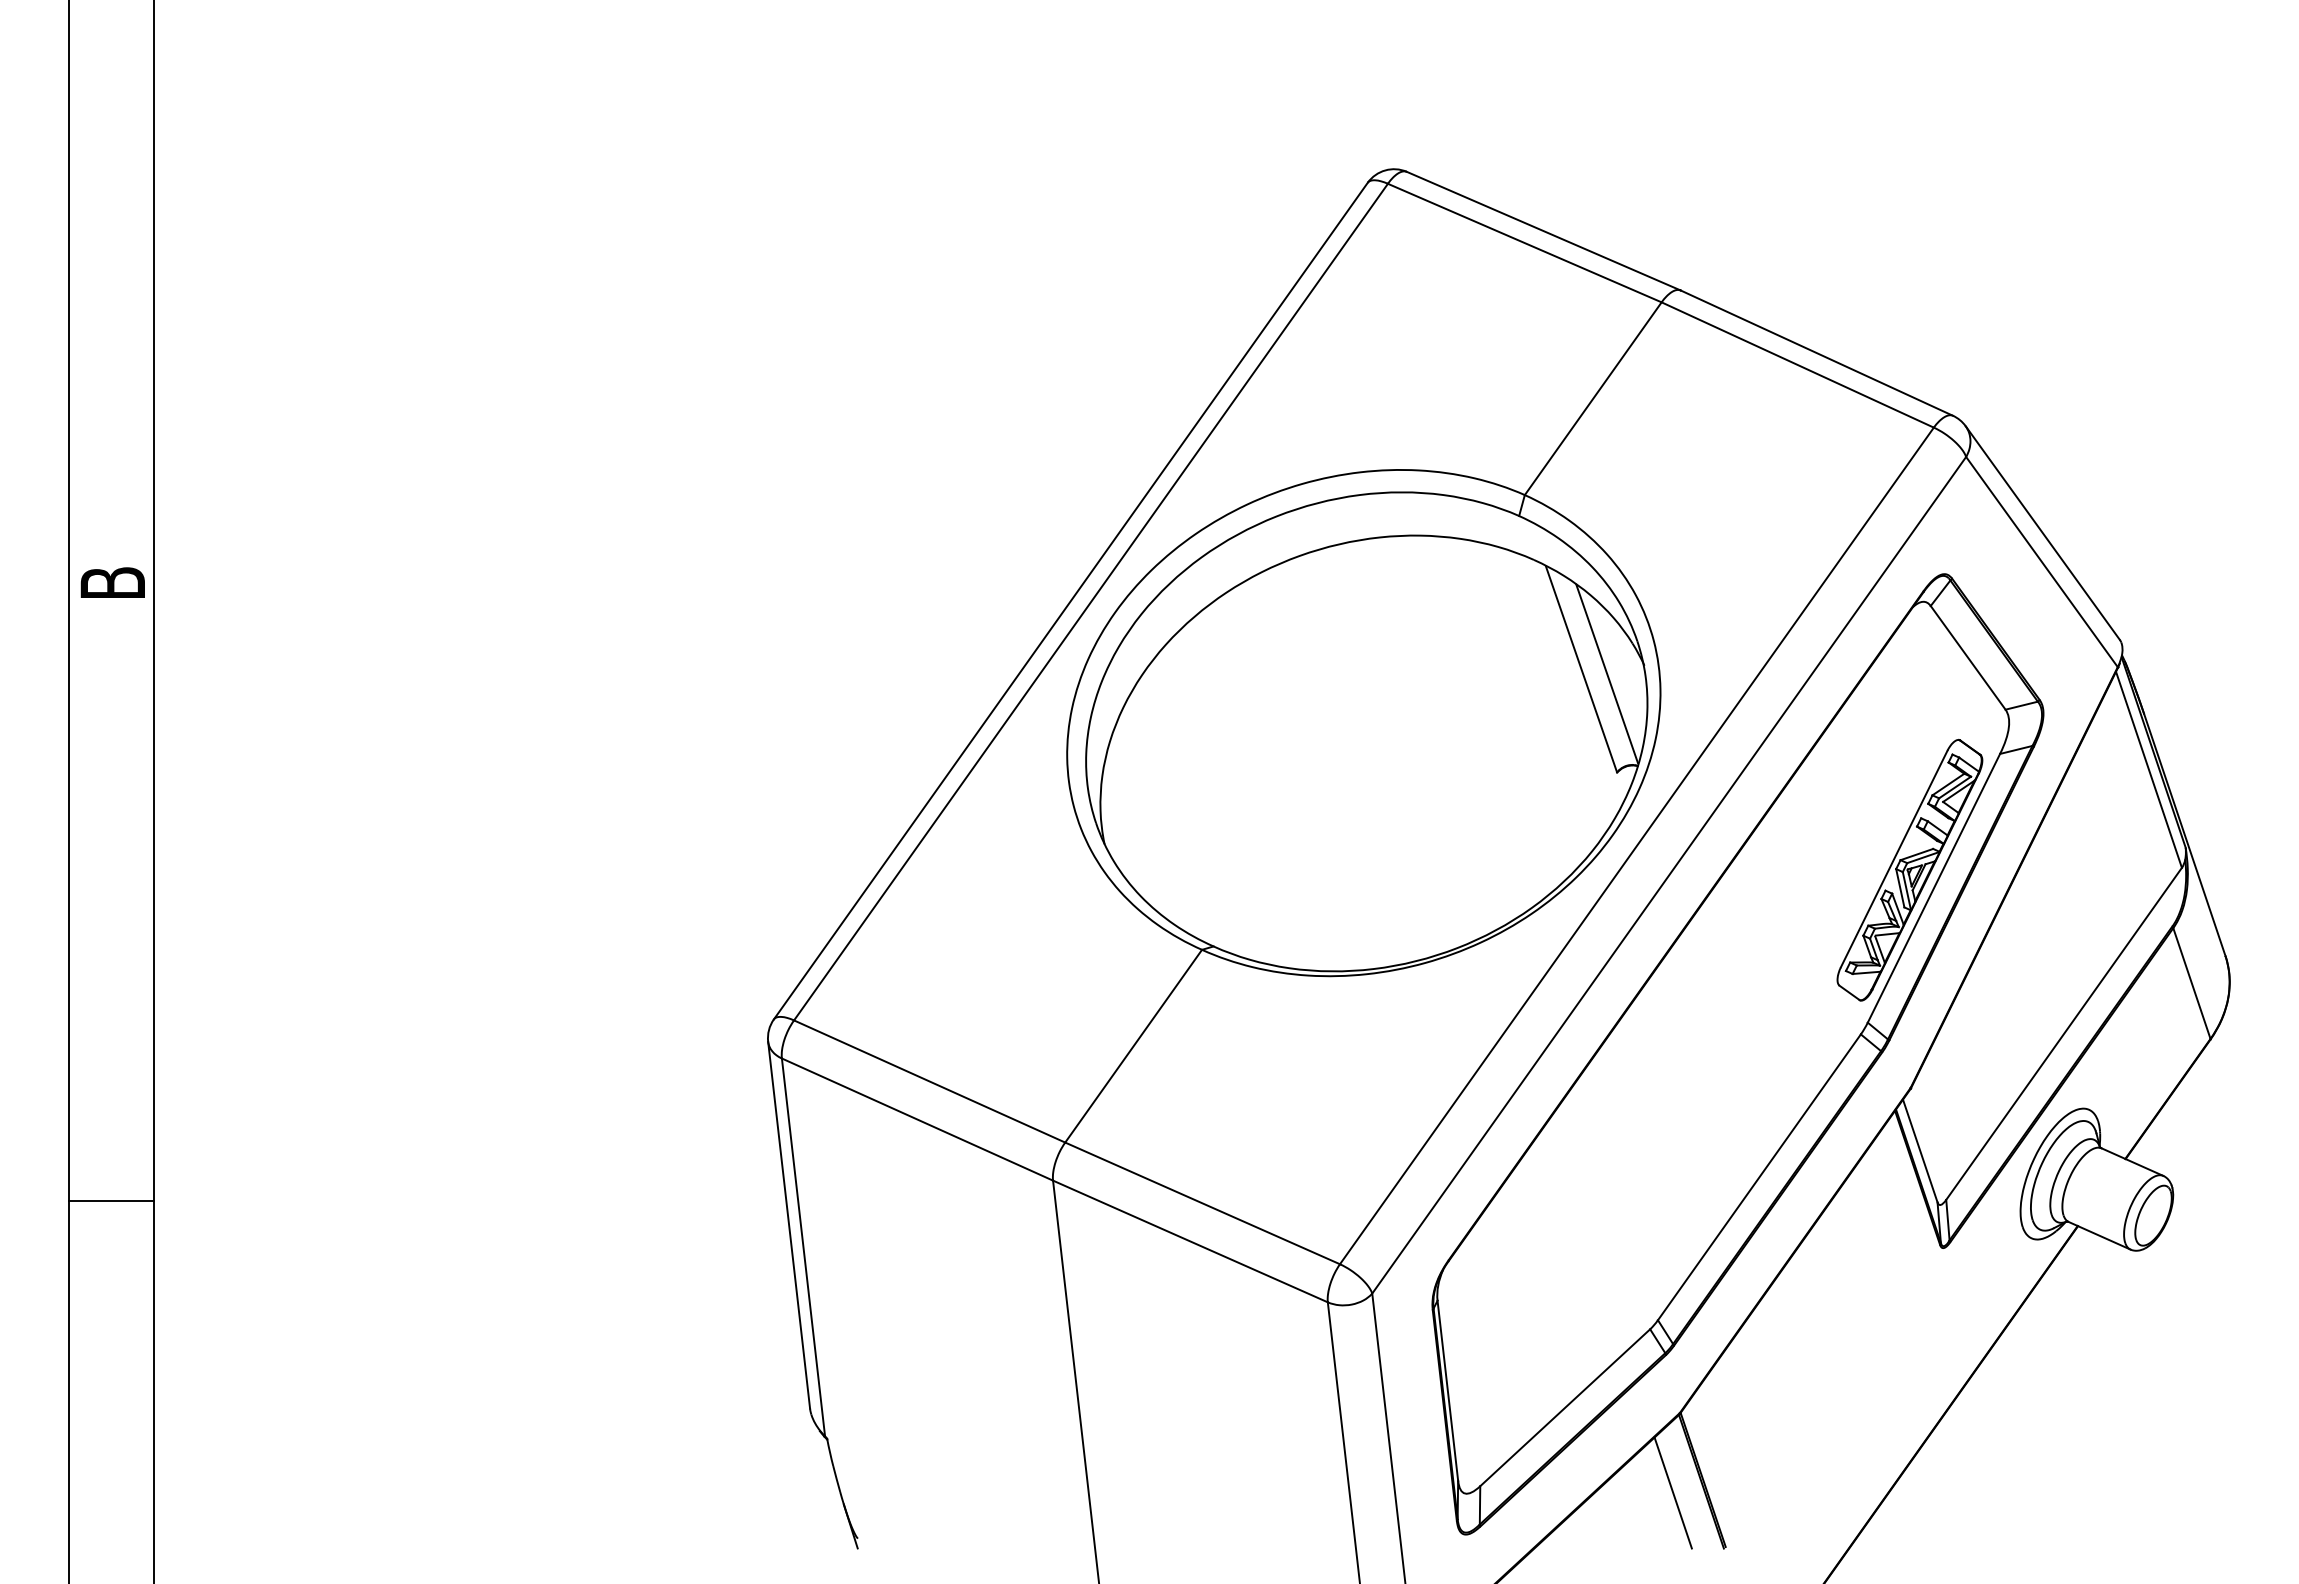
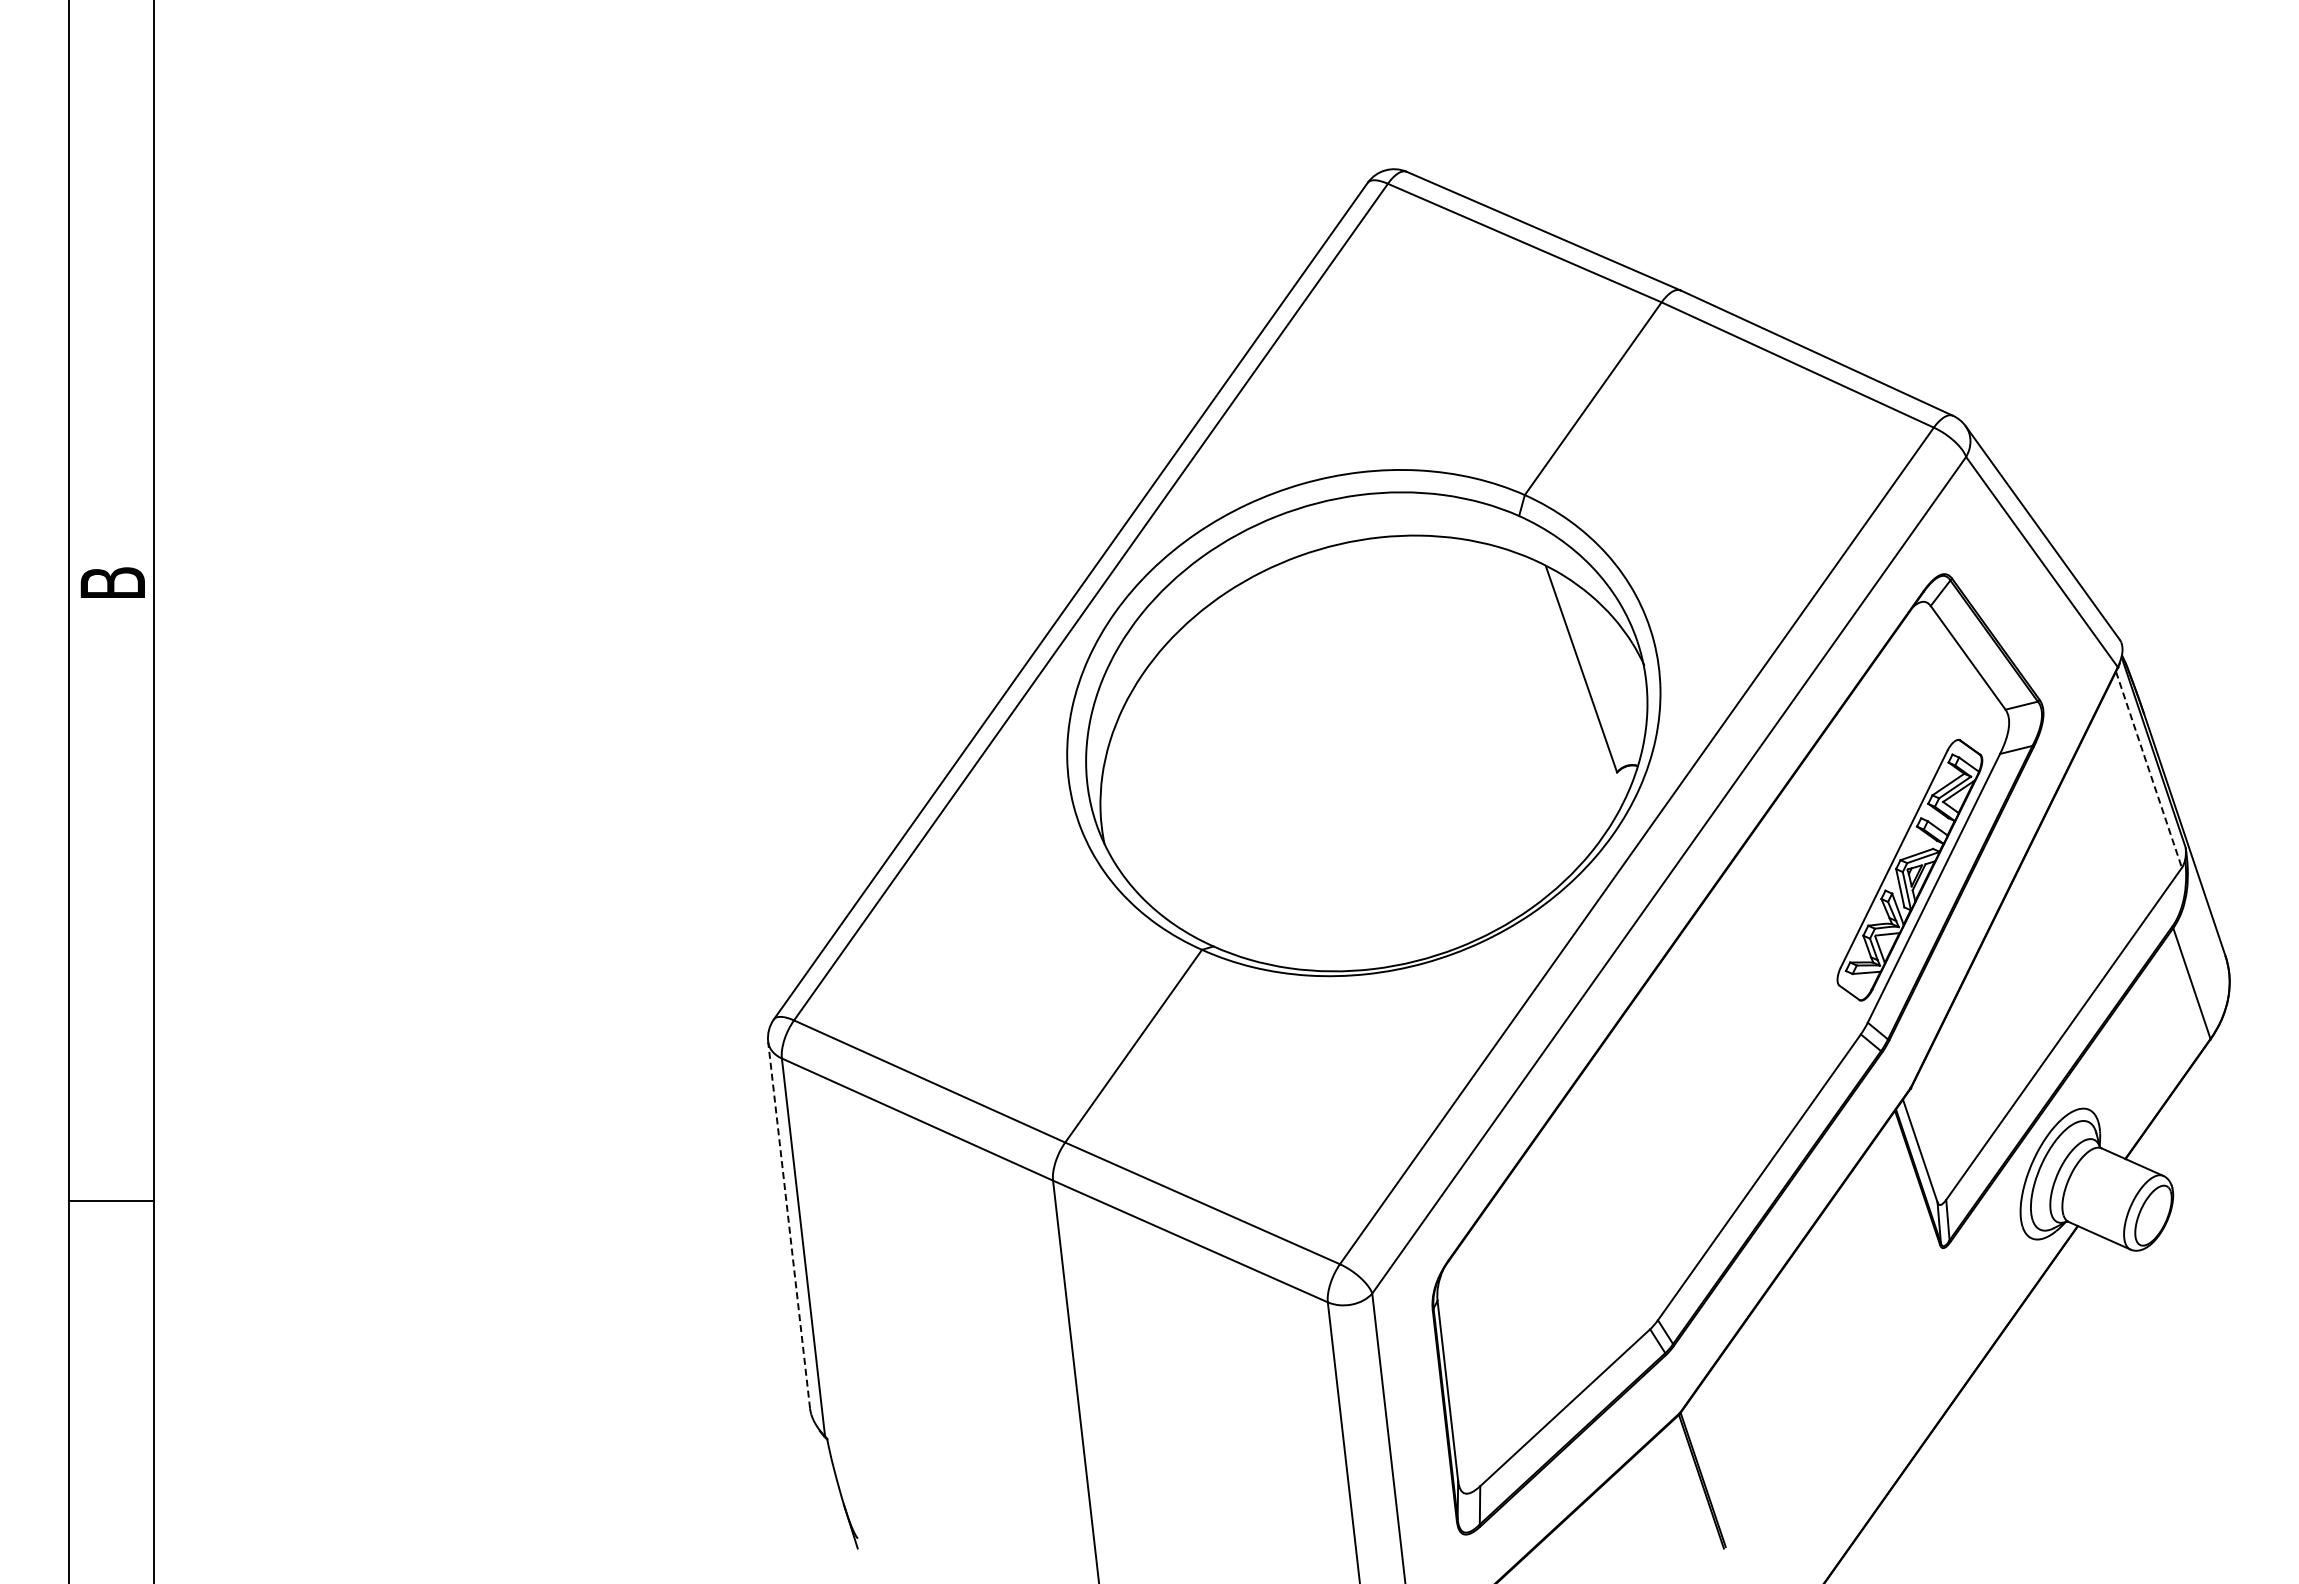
line at (1606, 673): present -> none
line at (2149, 770): solid -> dashed
line at (789, 1225): solid -> dashed
line at (1672, 1492): present -> none
